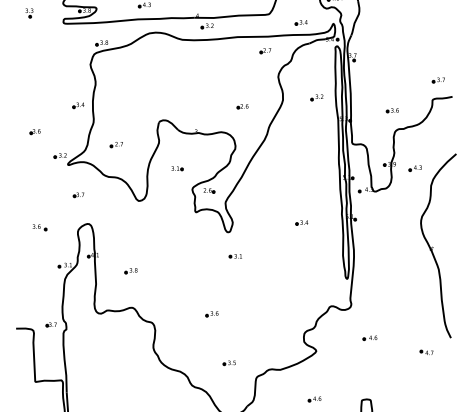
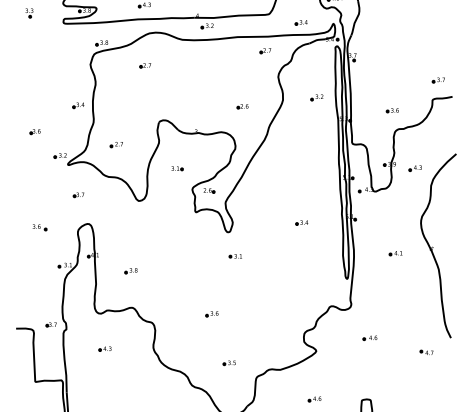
part at (145, 65): none -> present
part at (395, 253): none -> present
part at (104, 348): none -> present
